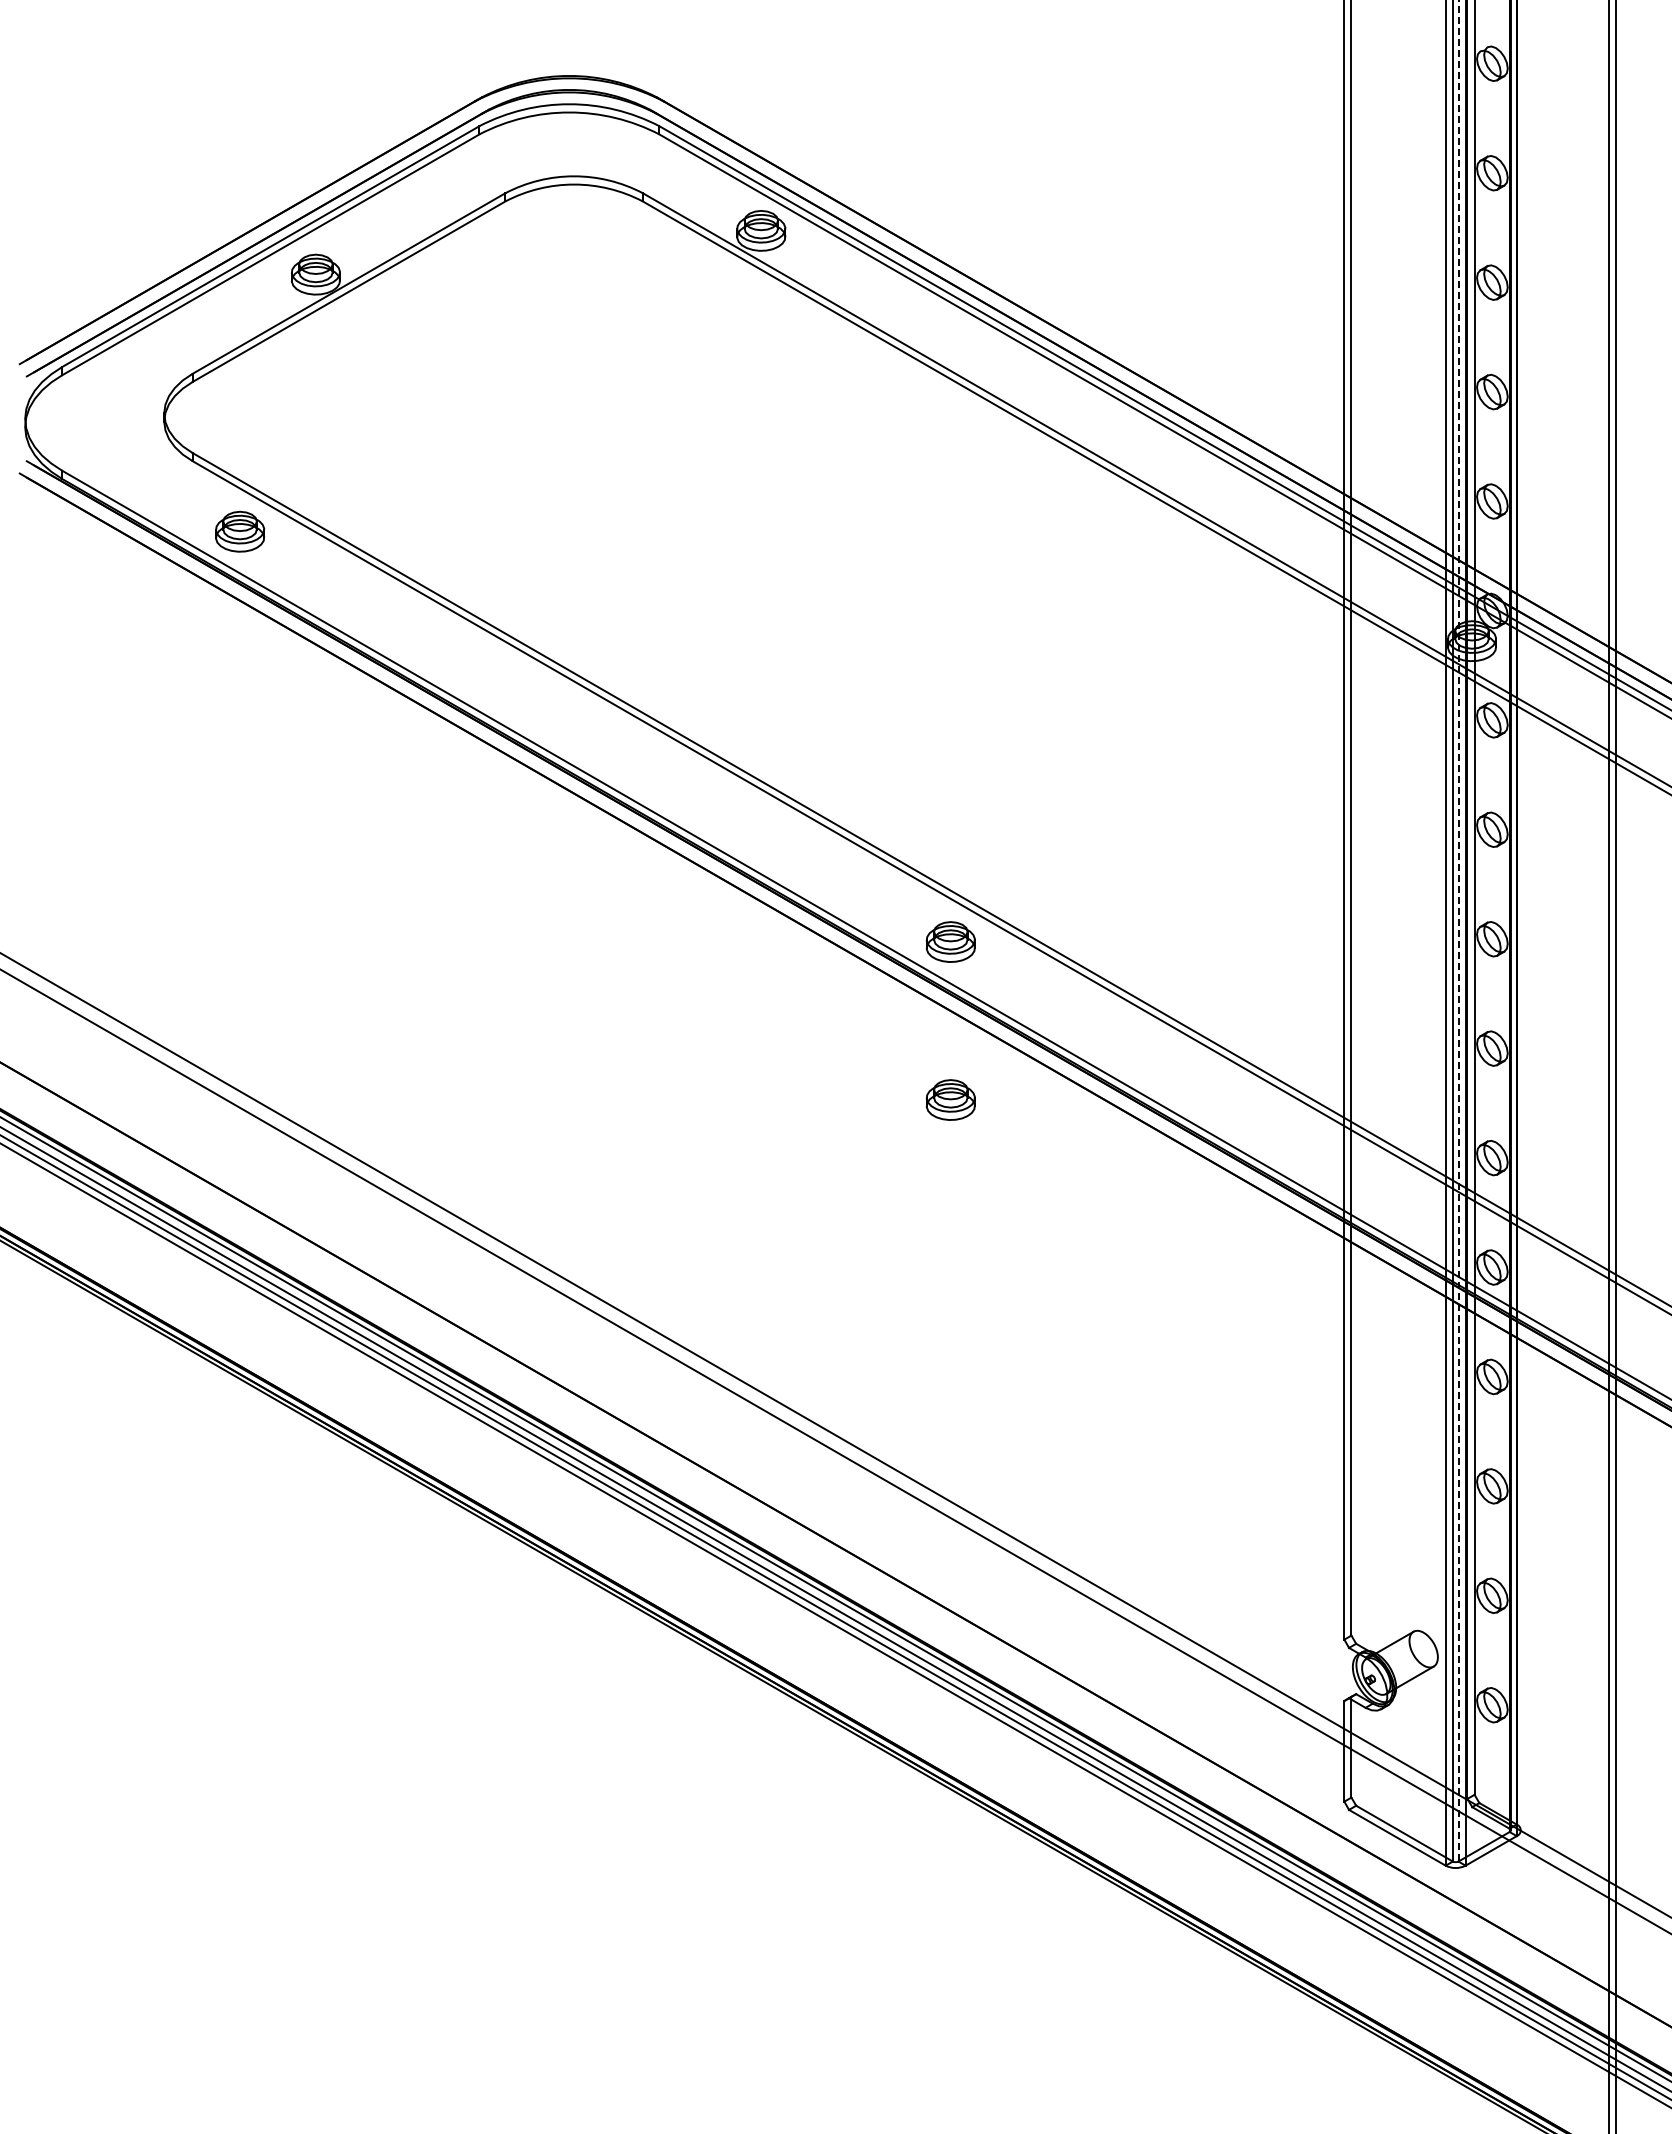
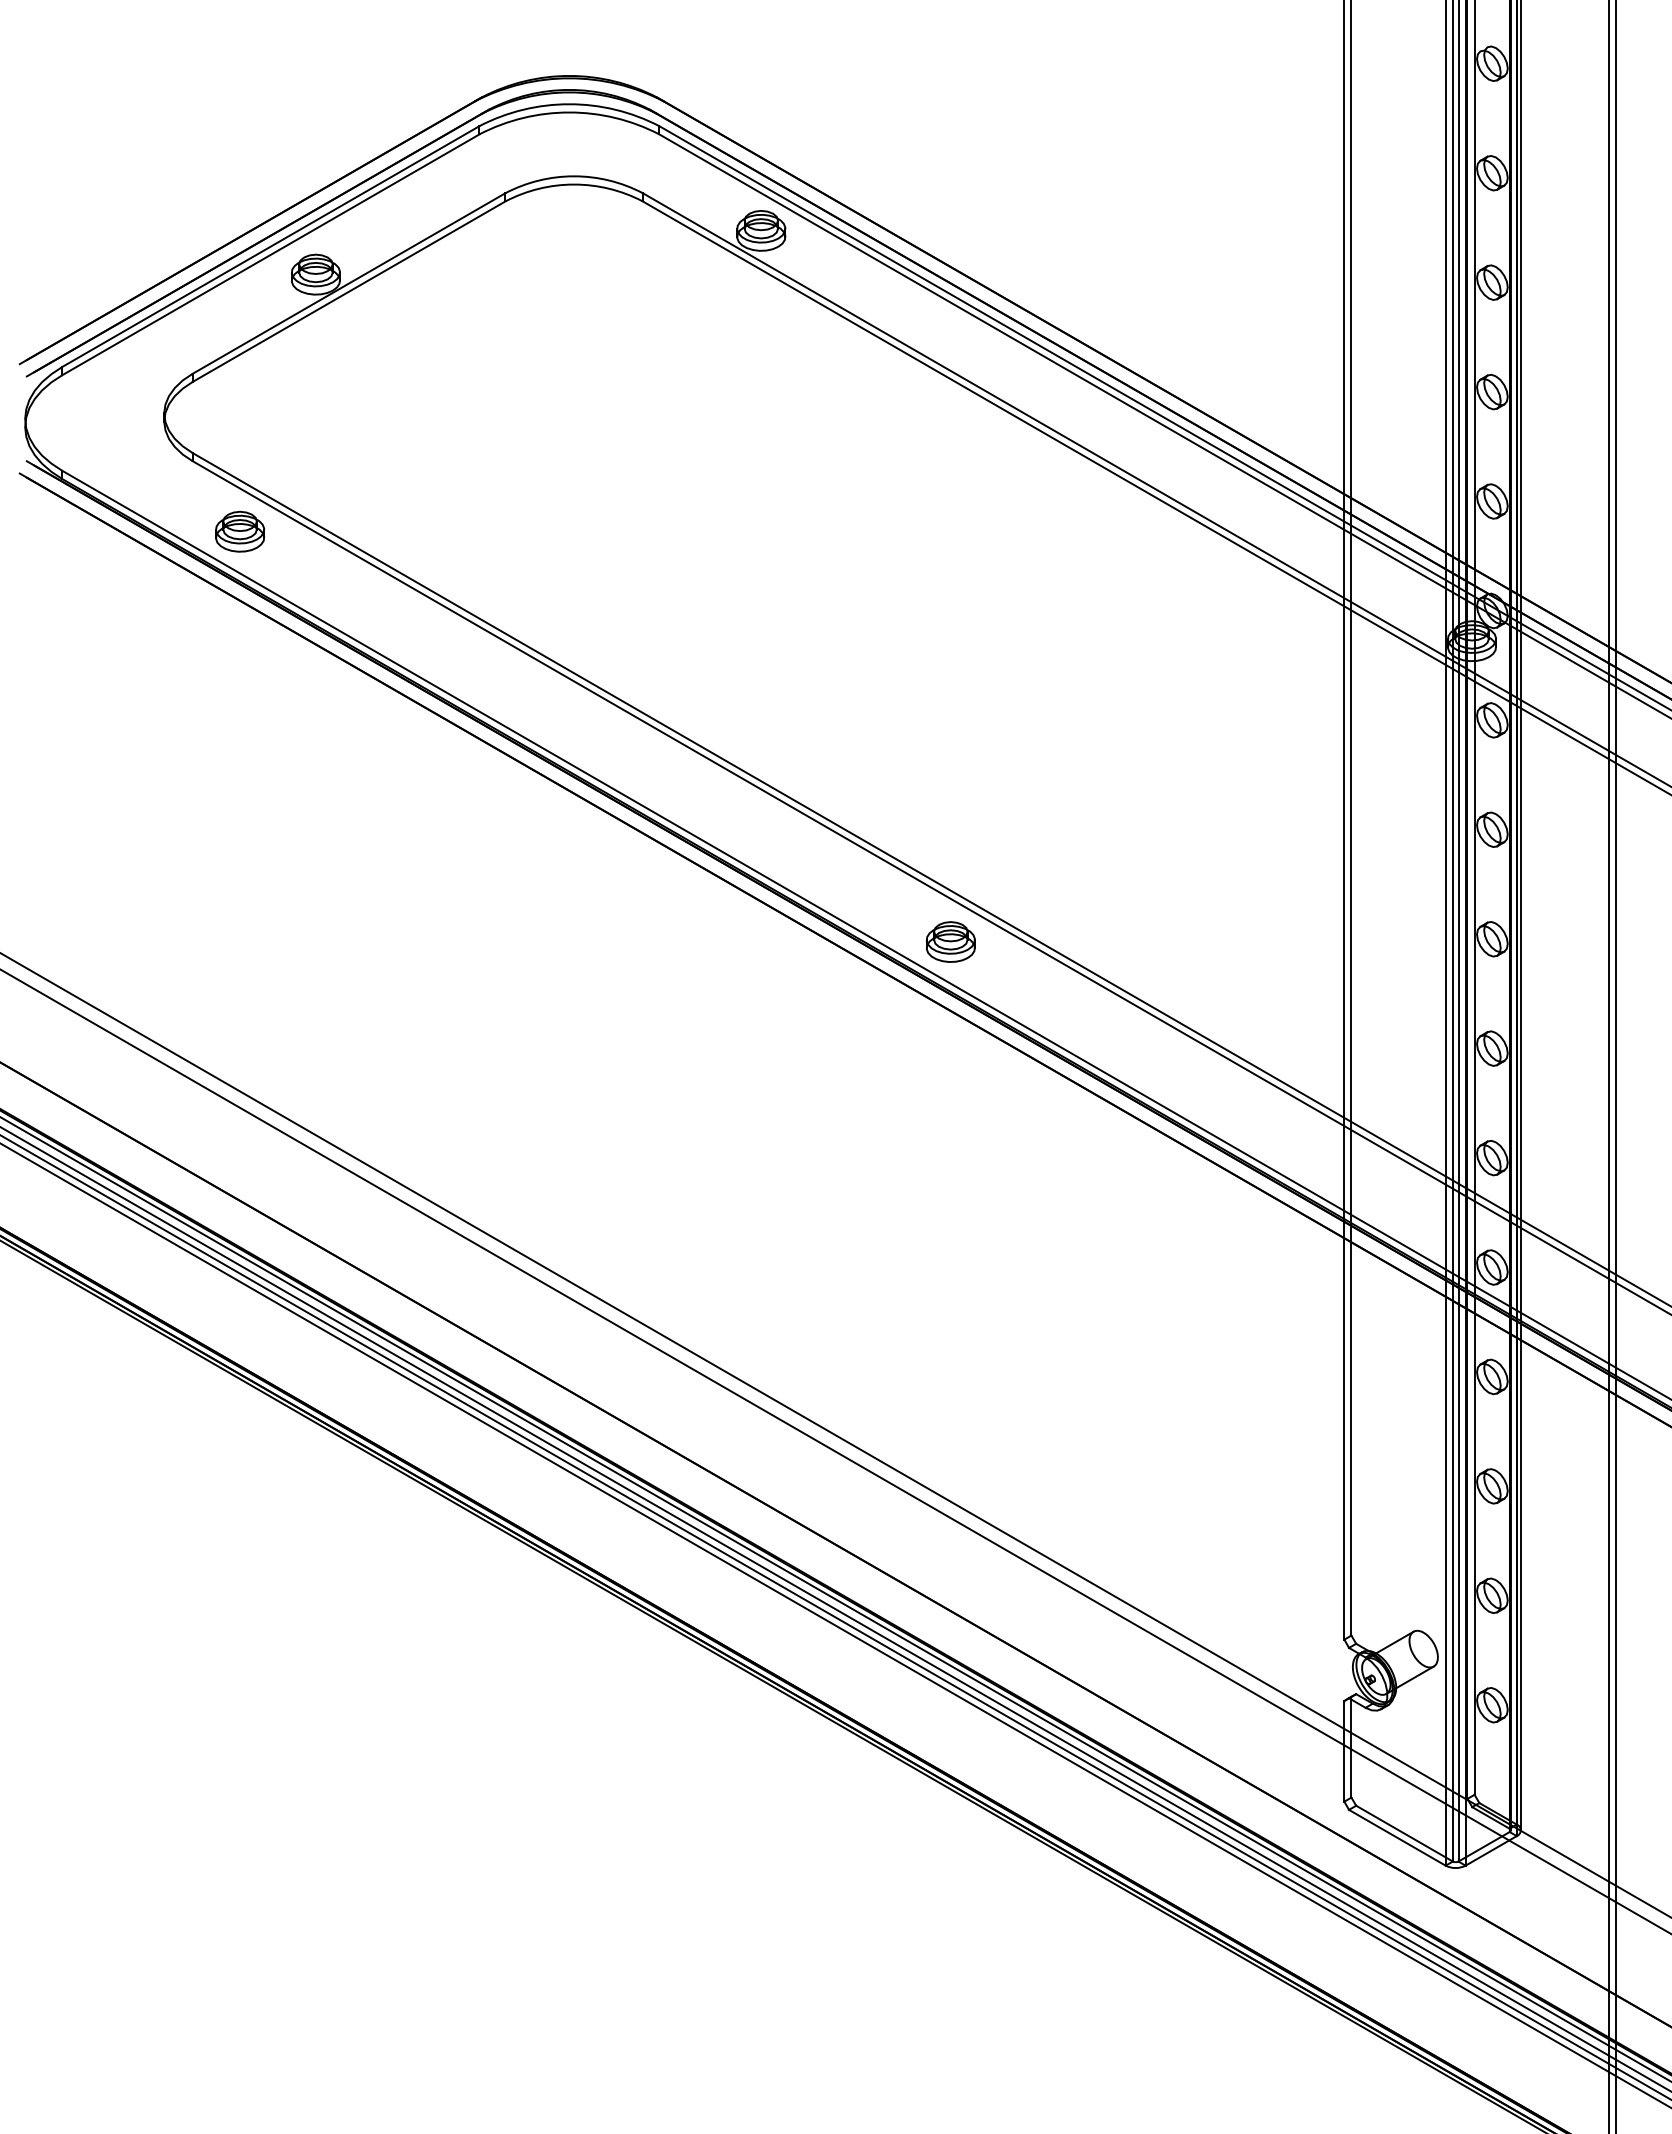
line at (1520, 916): none -> present
line at (1458, 930): dashed -> solid
part at (950, 1099): present -> none
